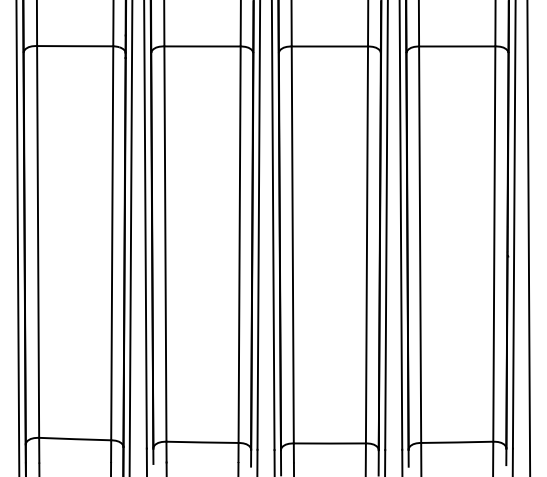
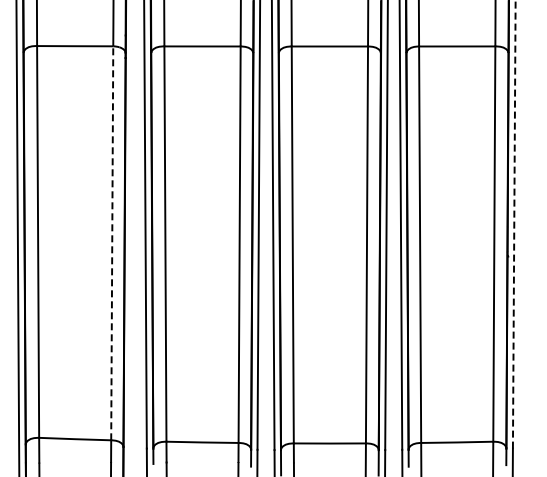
line at (514, 224): solid -> dashed
line at (130, 237): present -> none
line at (528, 237): present -> none
line at (112, 243): solid -> dashed
